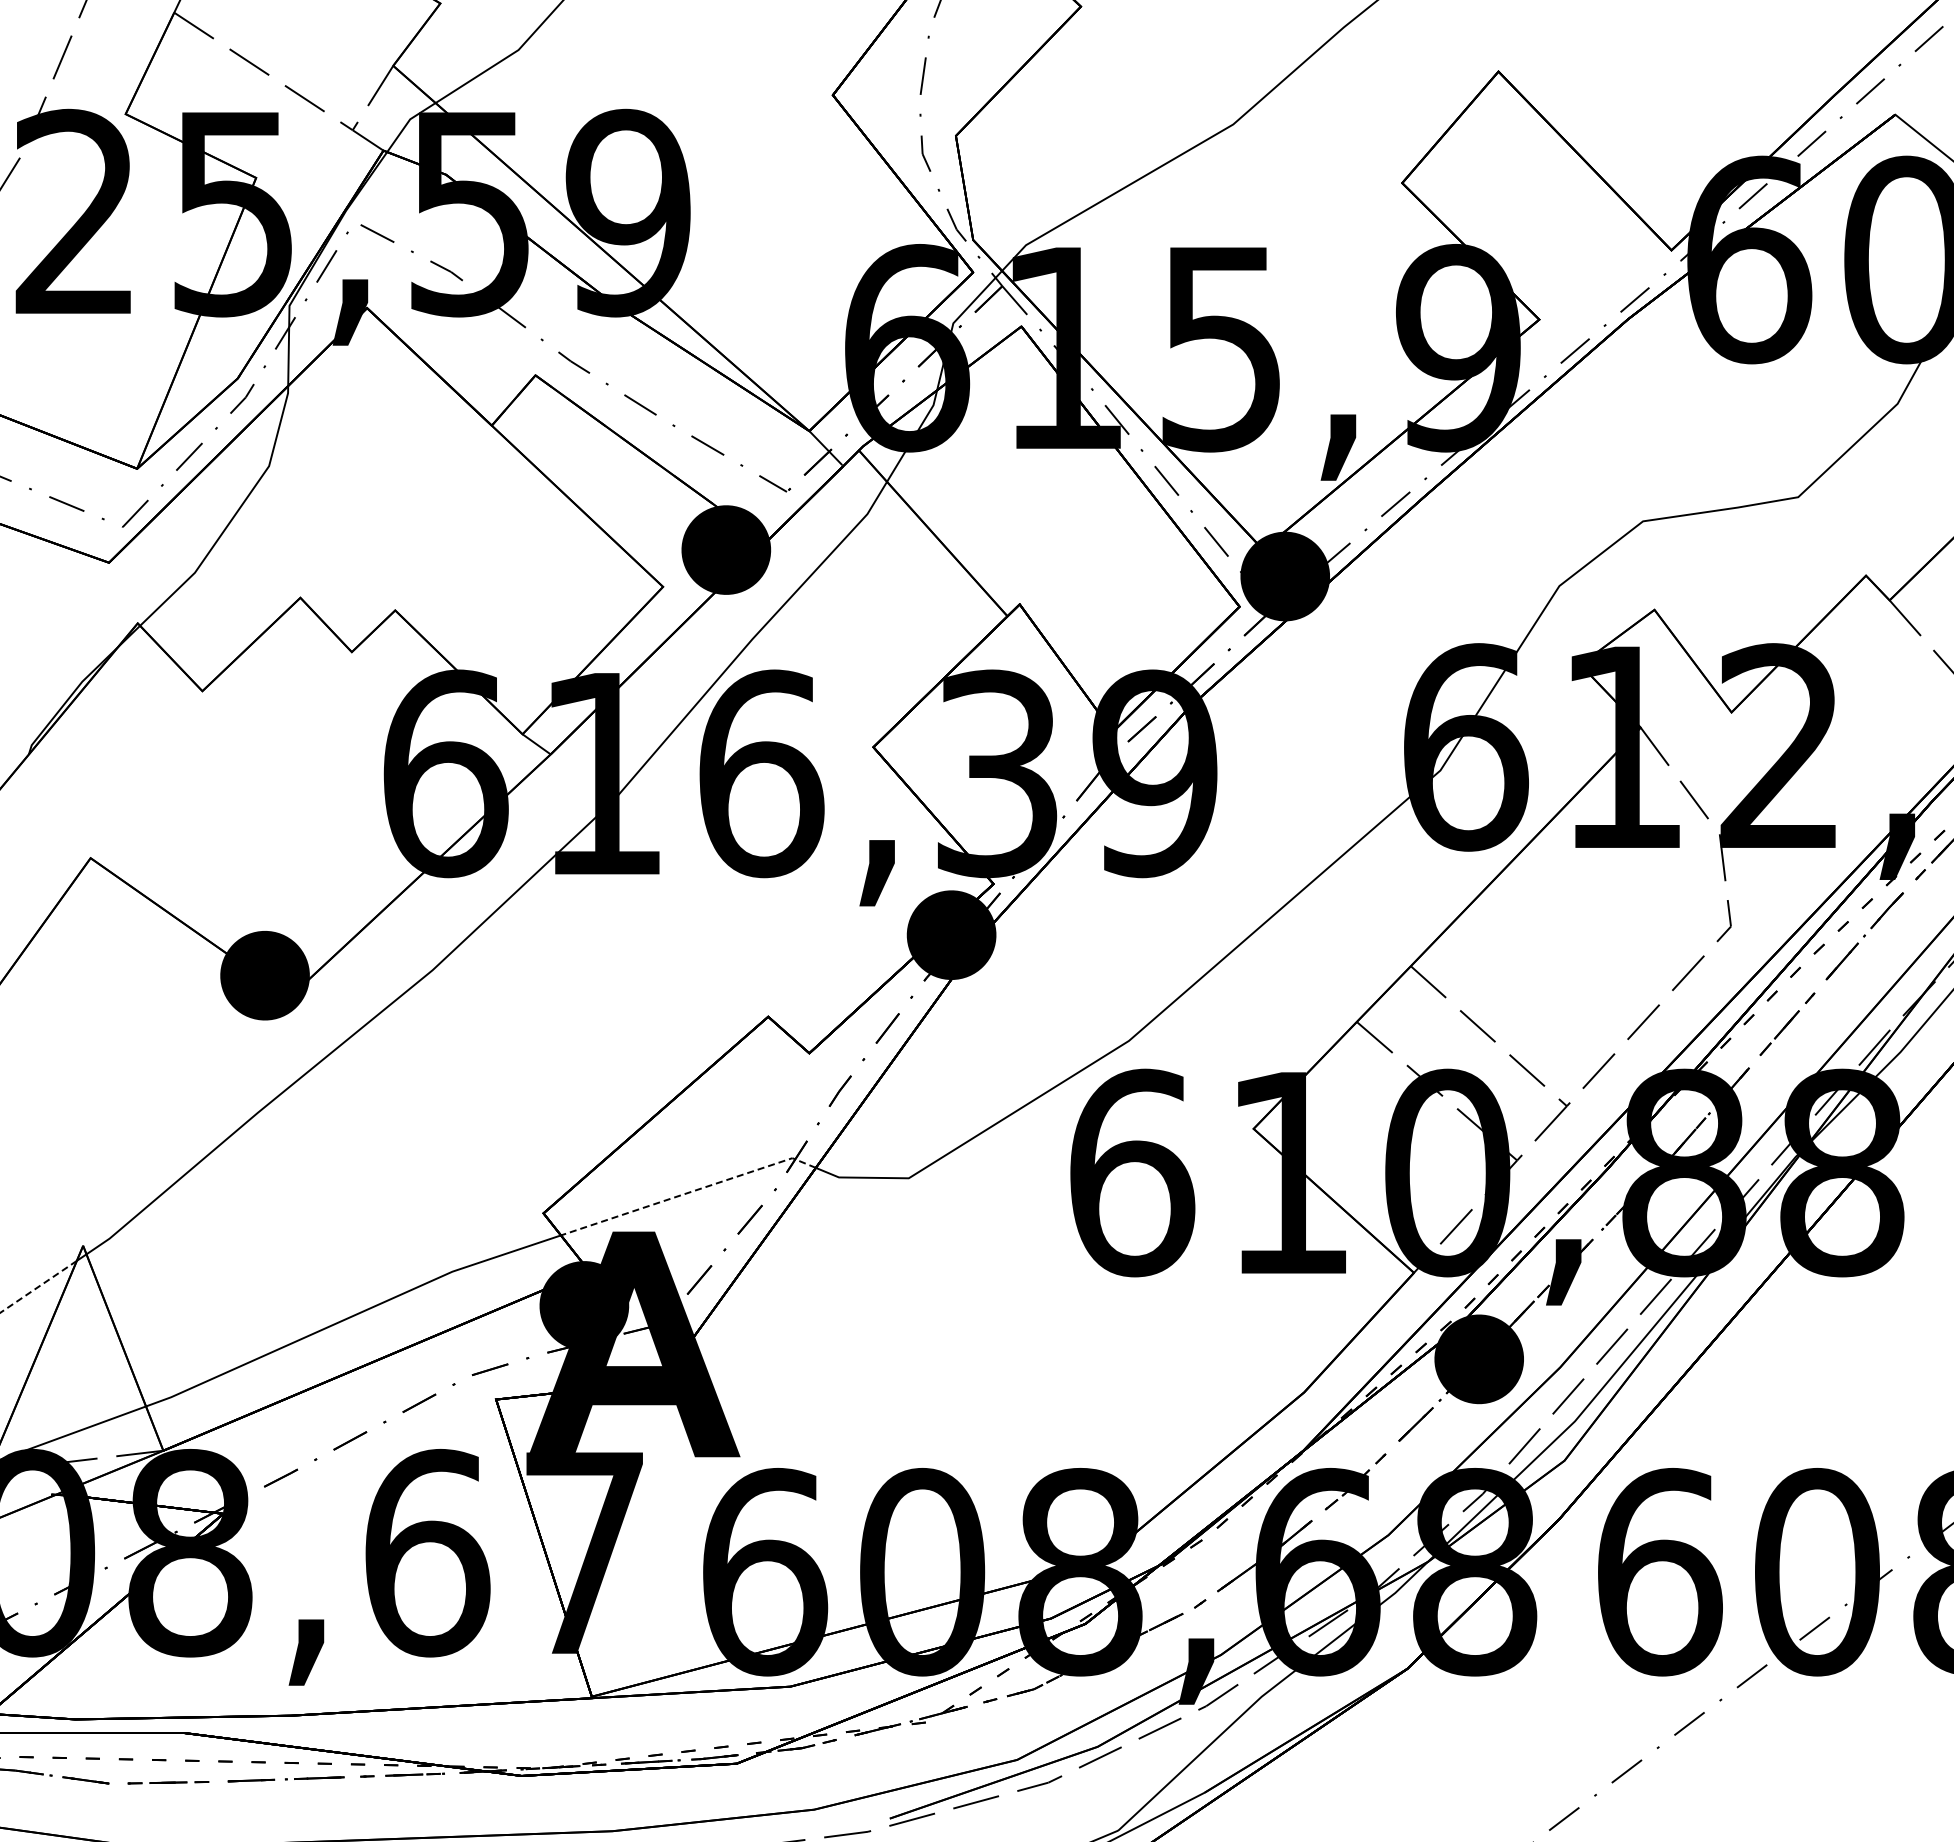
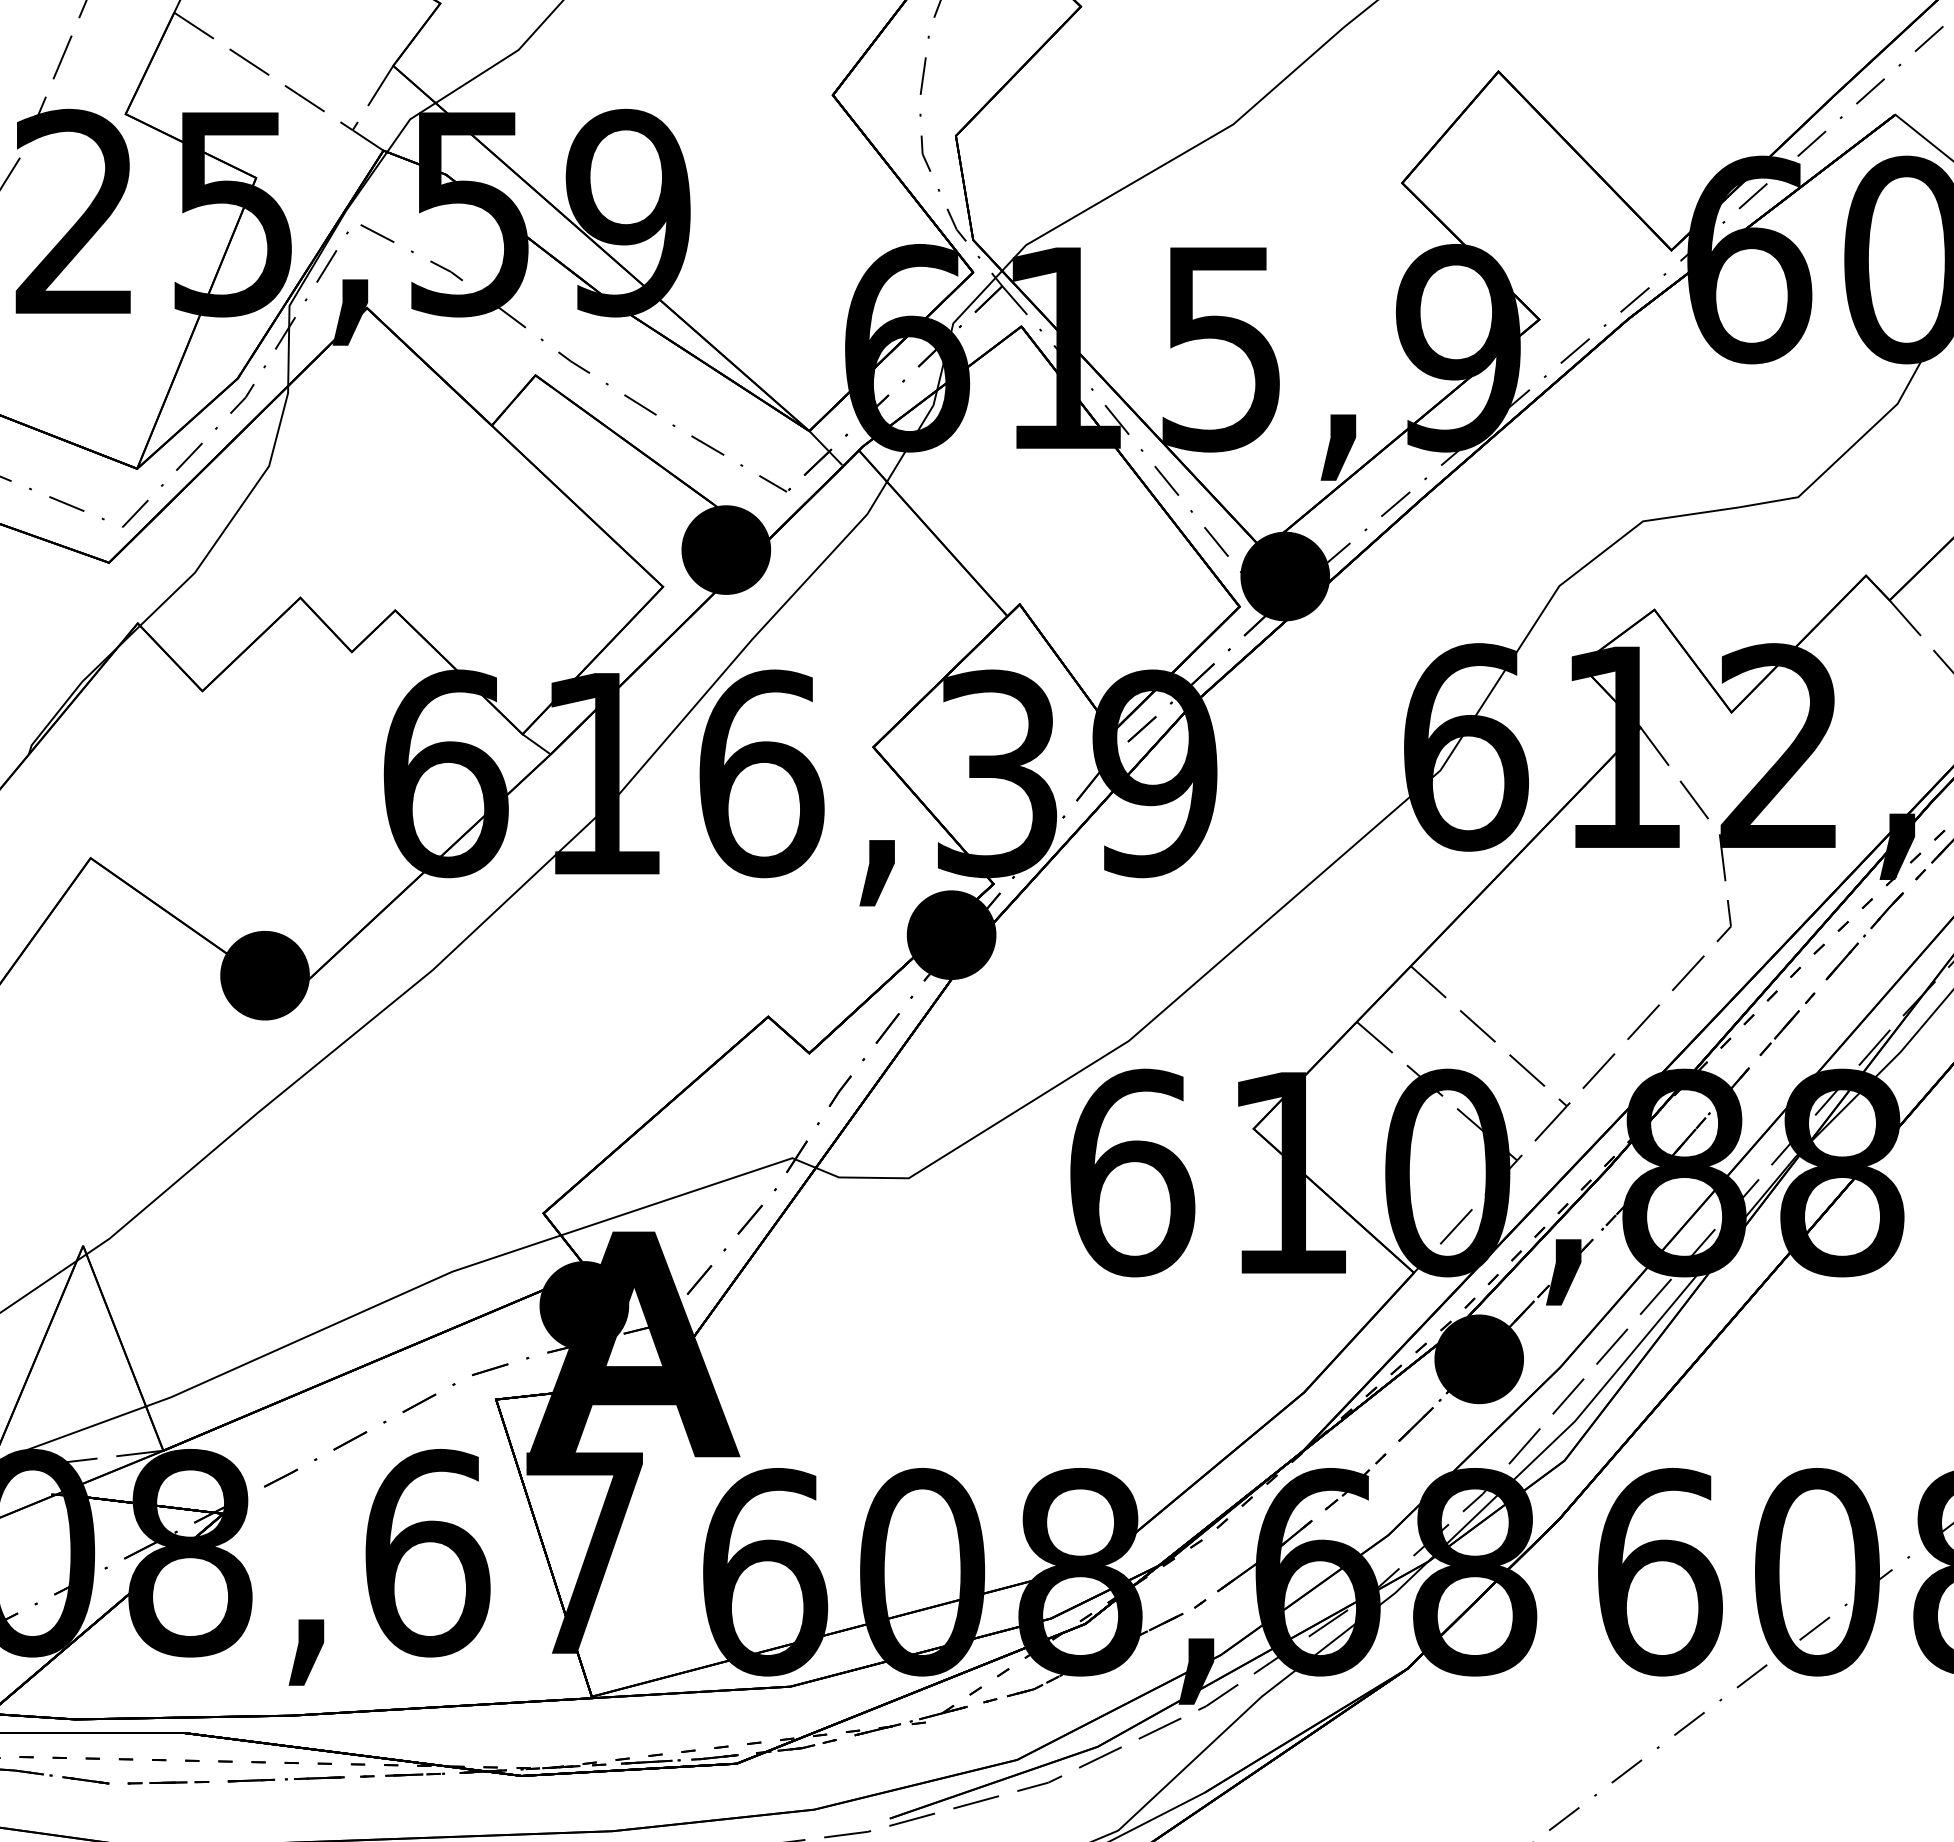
line at (688, 1192): dashed -> solid
line at (38, 1287): dashed -> solid
